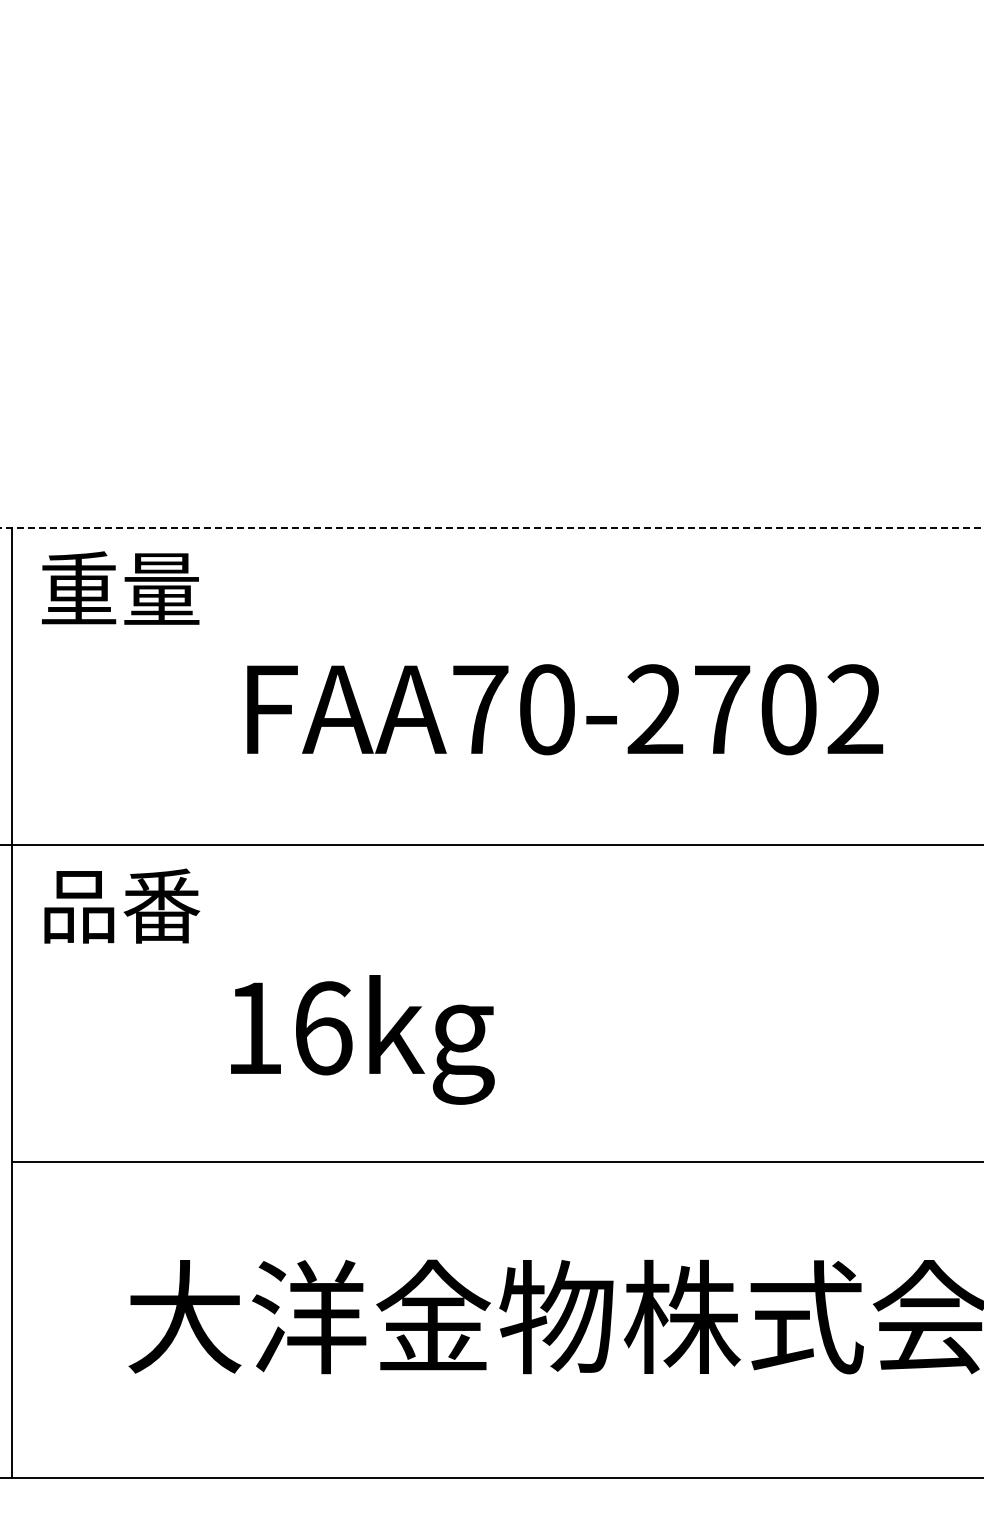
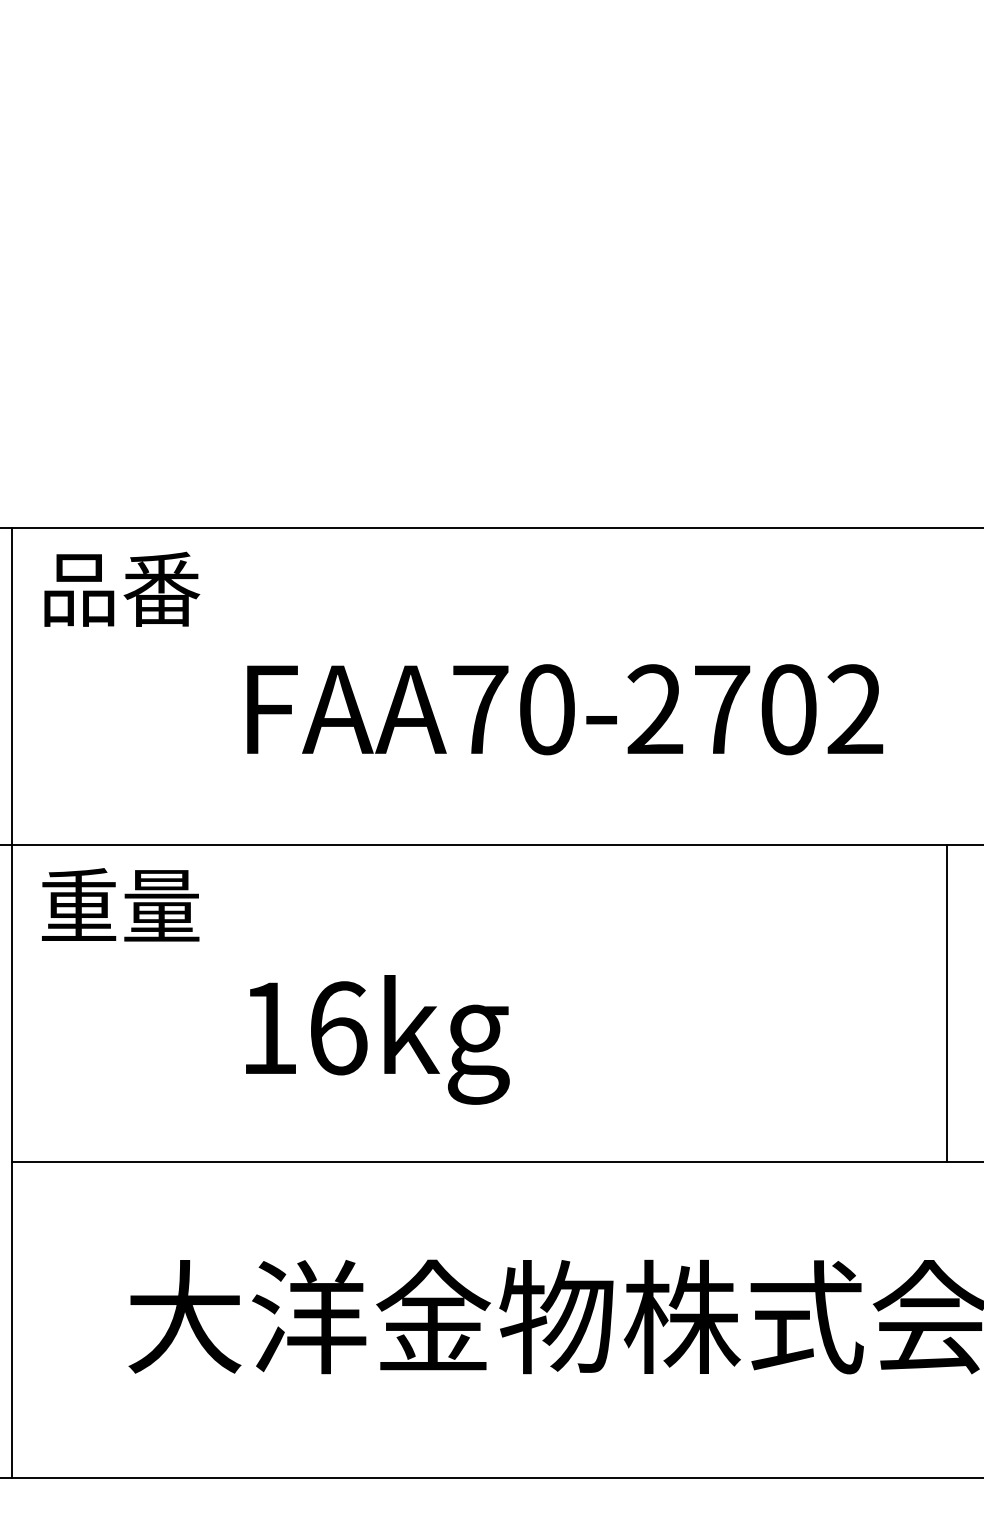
line at (491, 528): dashed -> solid
text at (121, 588): 重量 -> 品番
text at (121, 905): 品番 -> 重量
line at (946, 1002): none -> present
text at (362, 1039) position: (362, 1039) -> (377, 1039)
